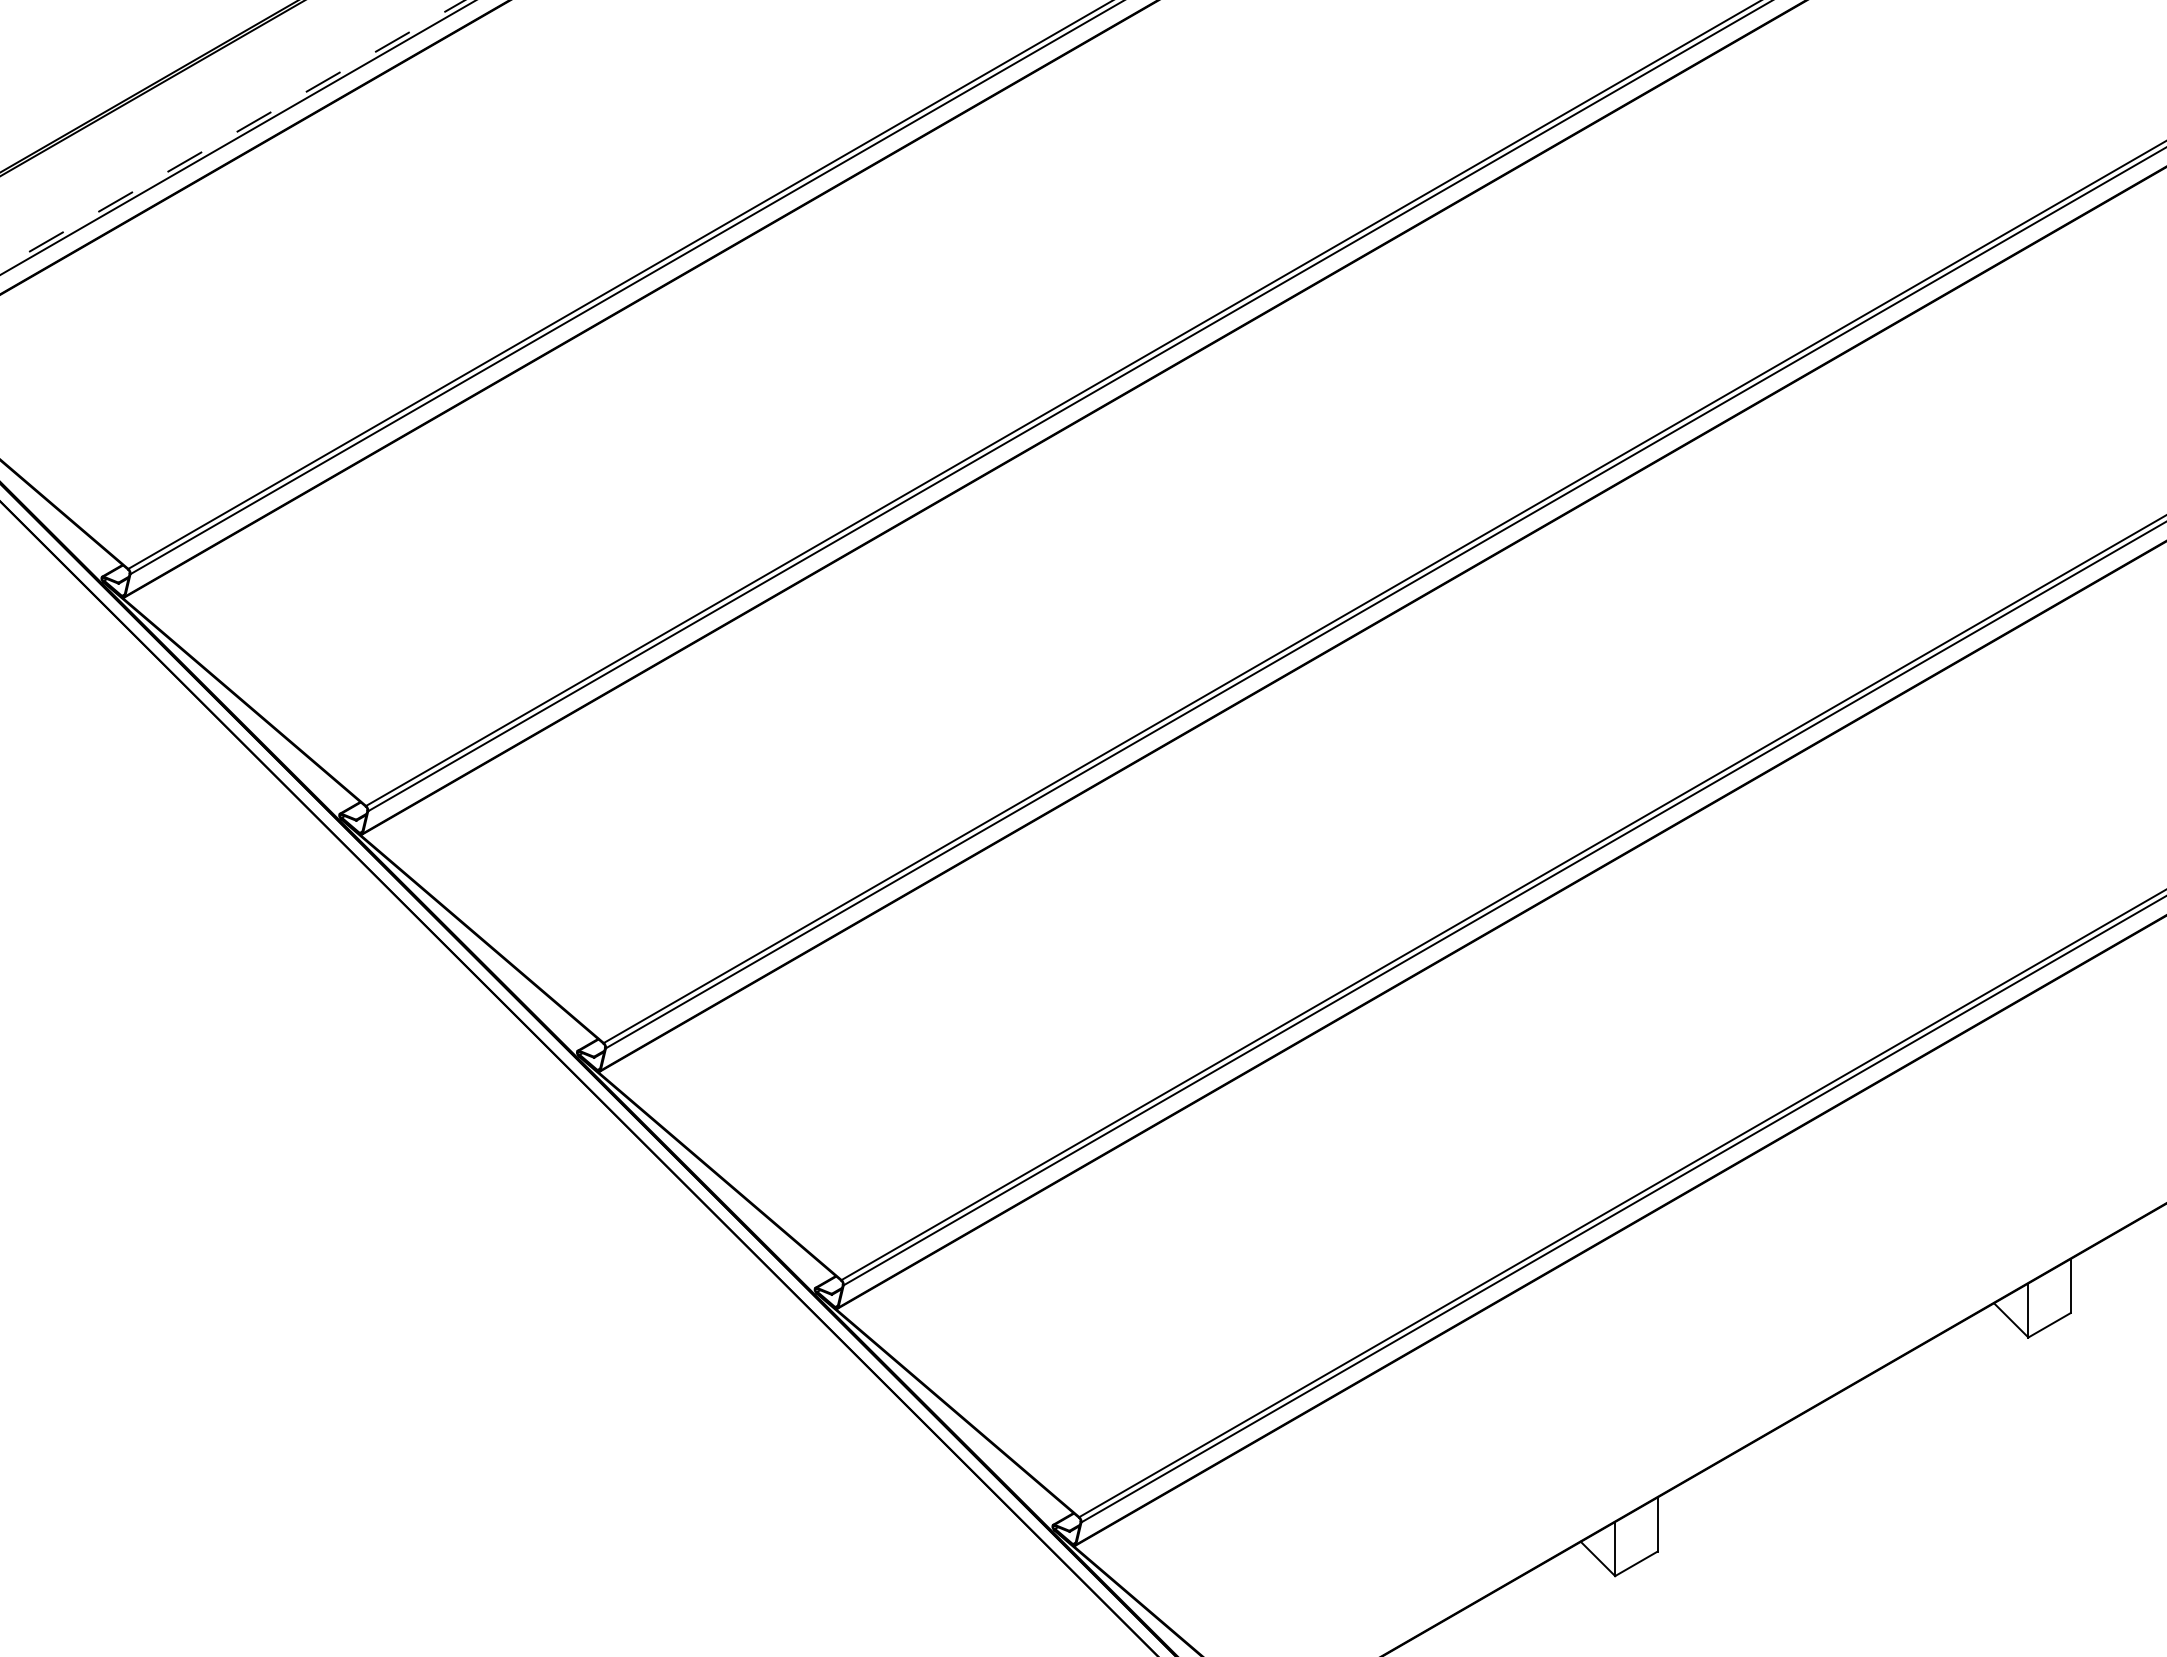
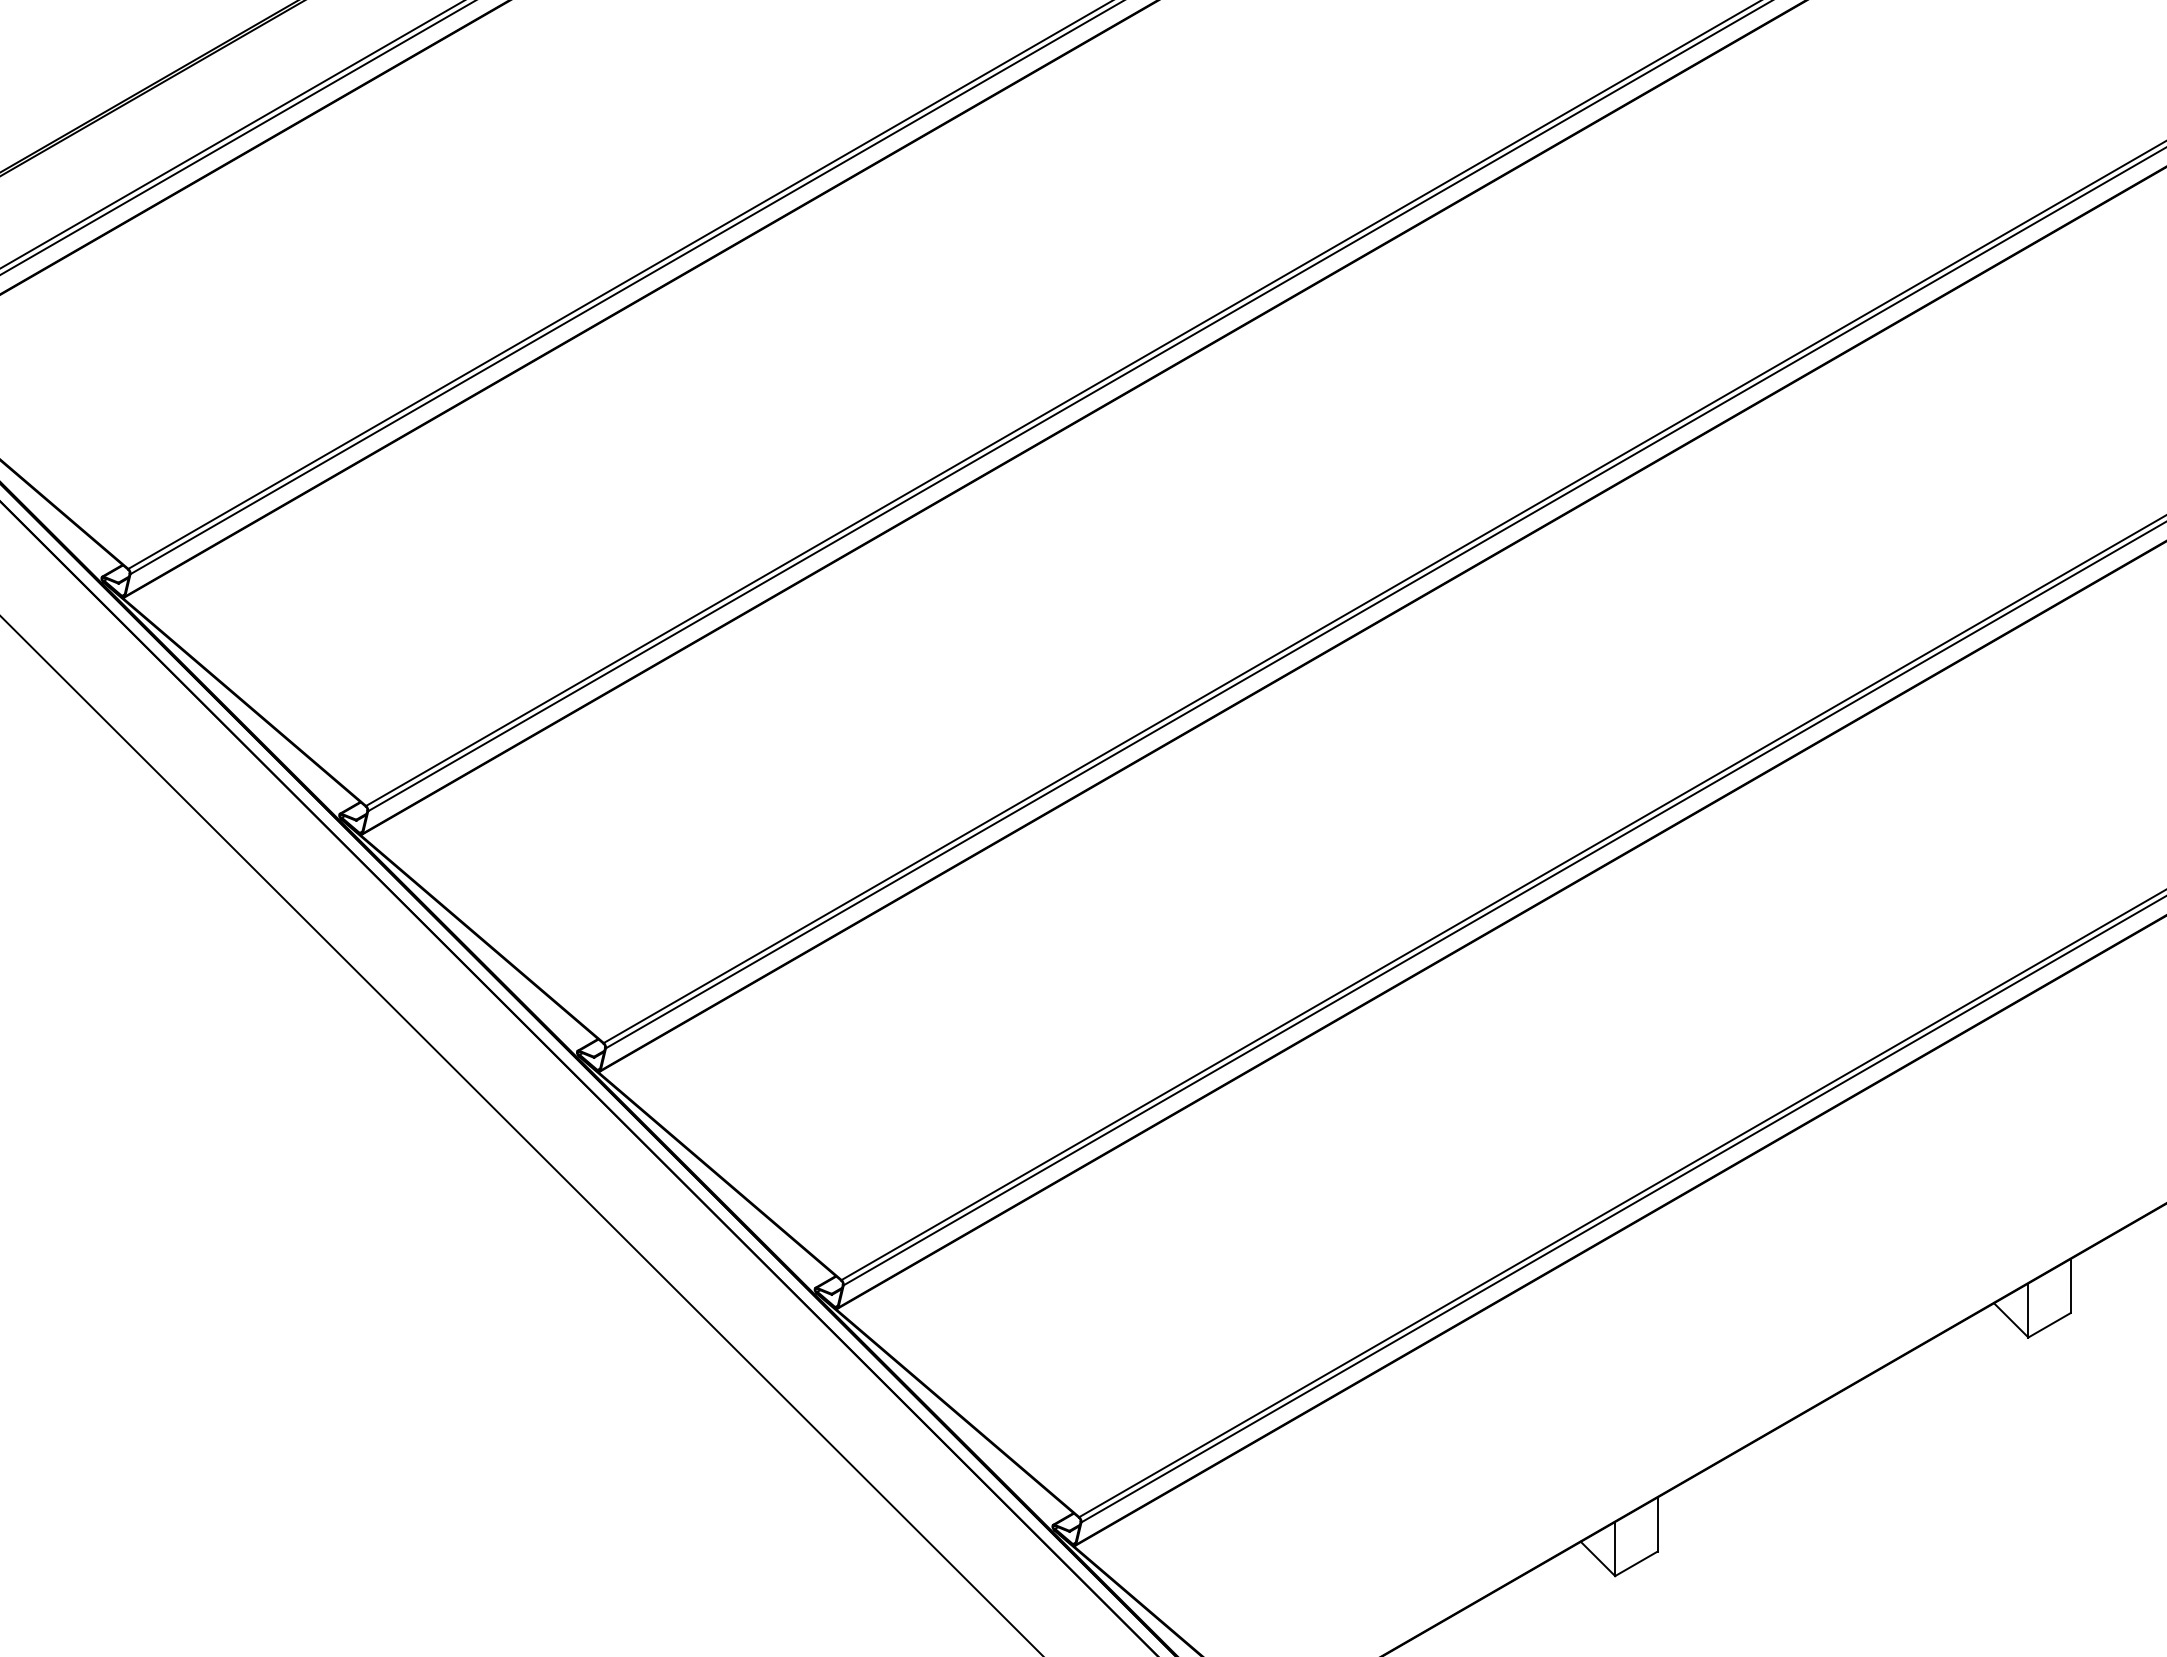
line at (232, 134): dashed -> solid
line at (521, 1135): none -> present
